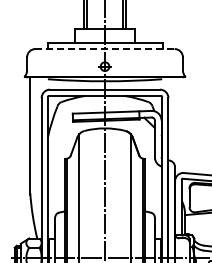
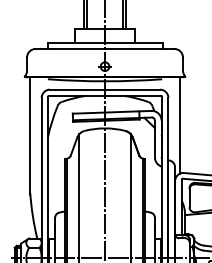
line at (105, 49): dashed -> solid
line at (179, 125): none -> present
